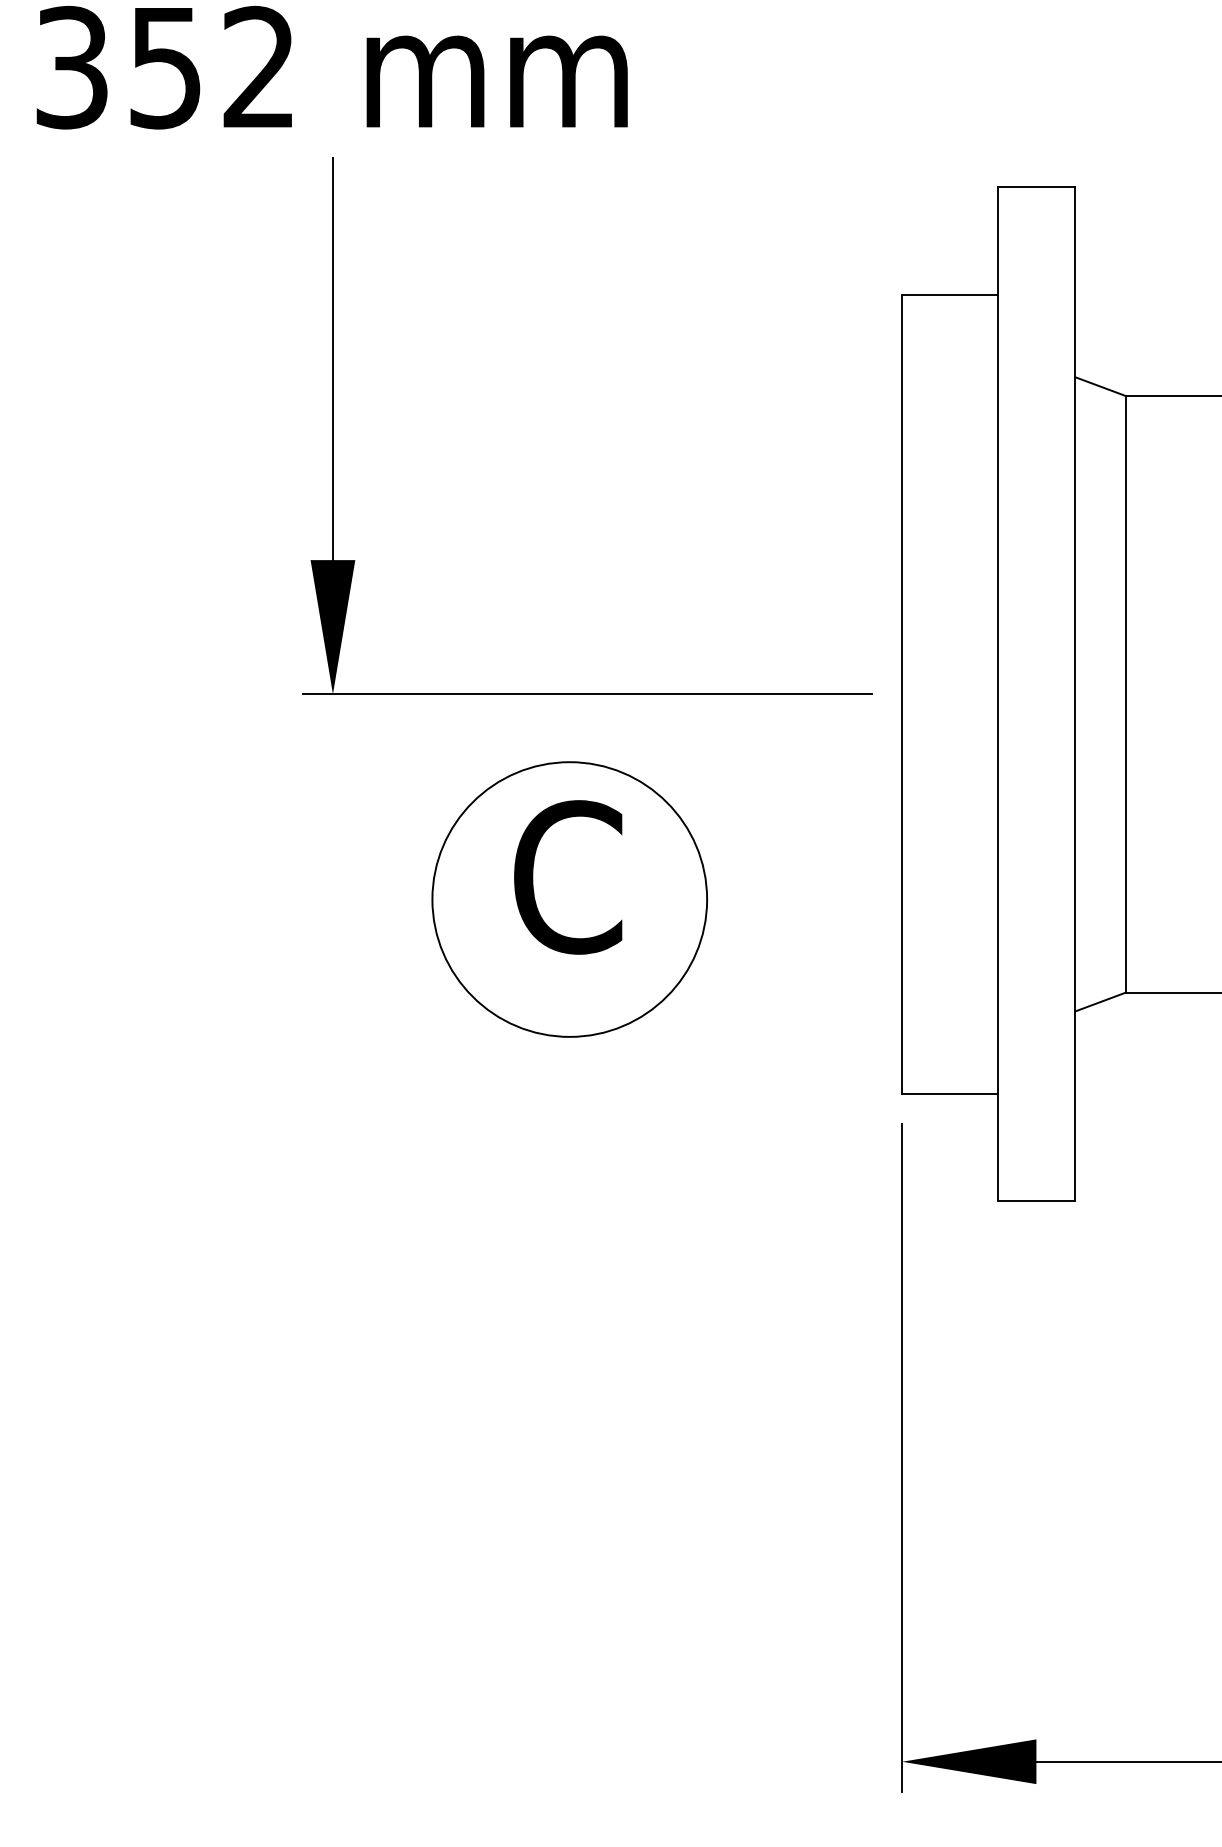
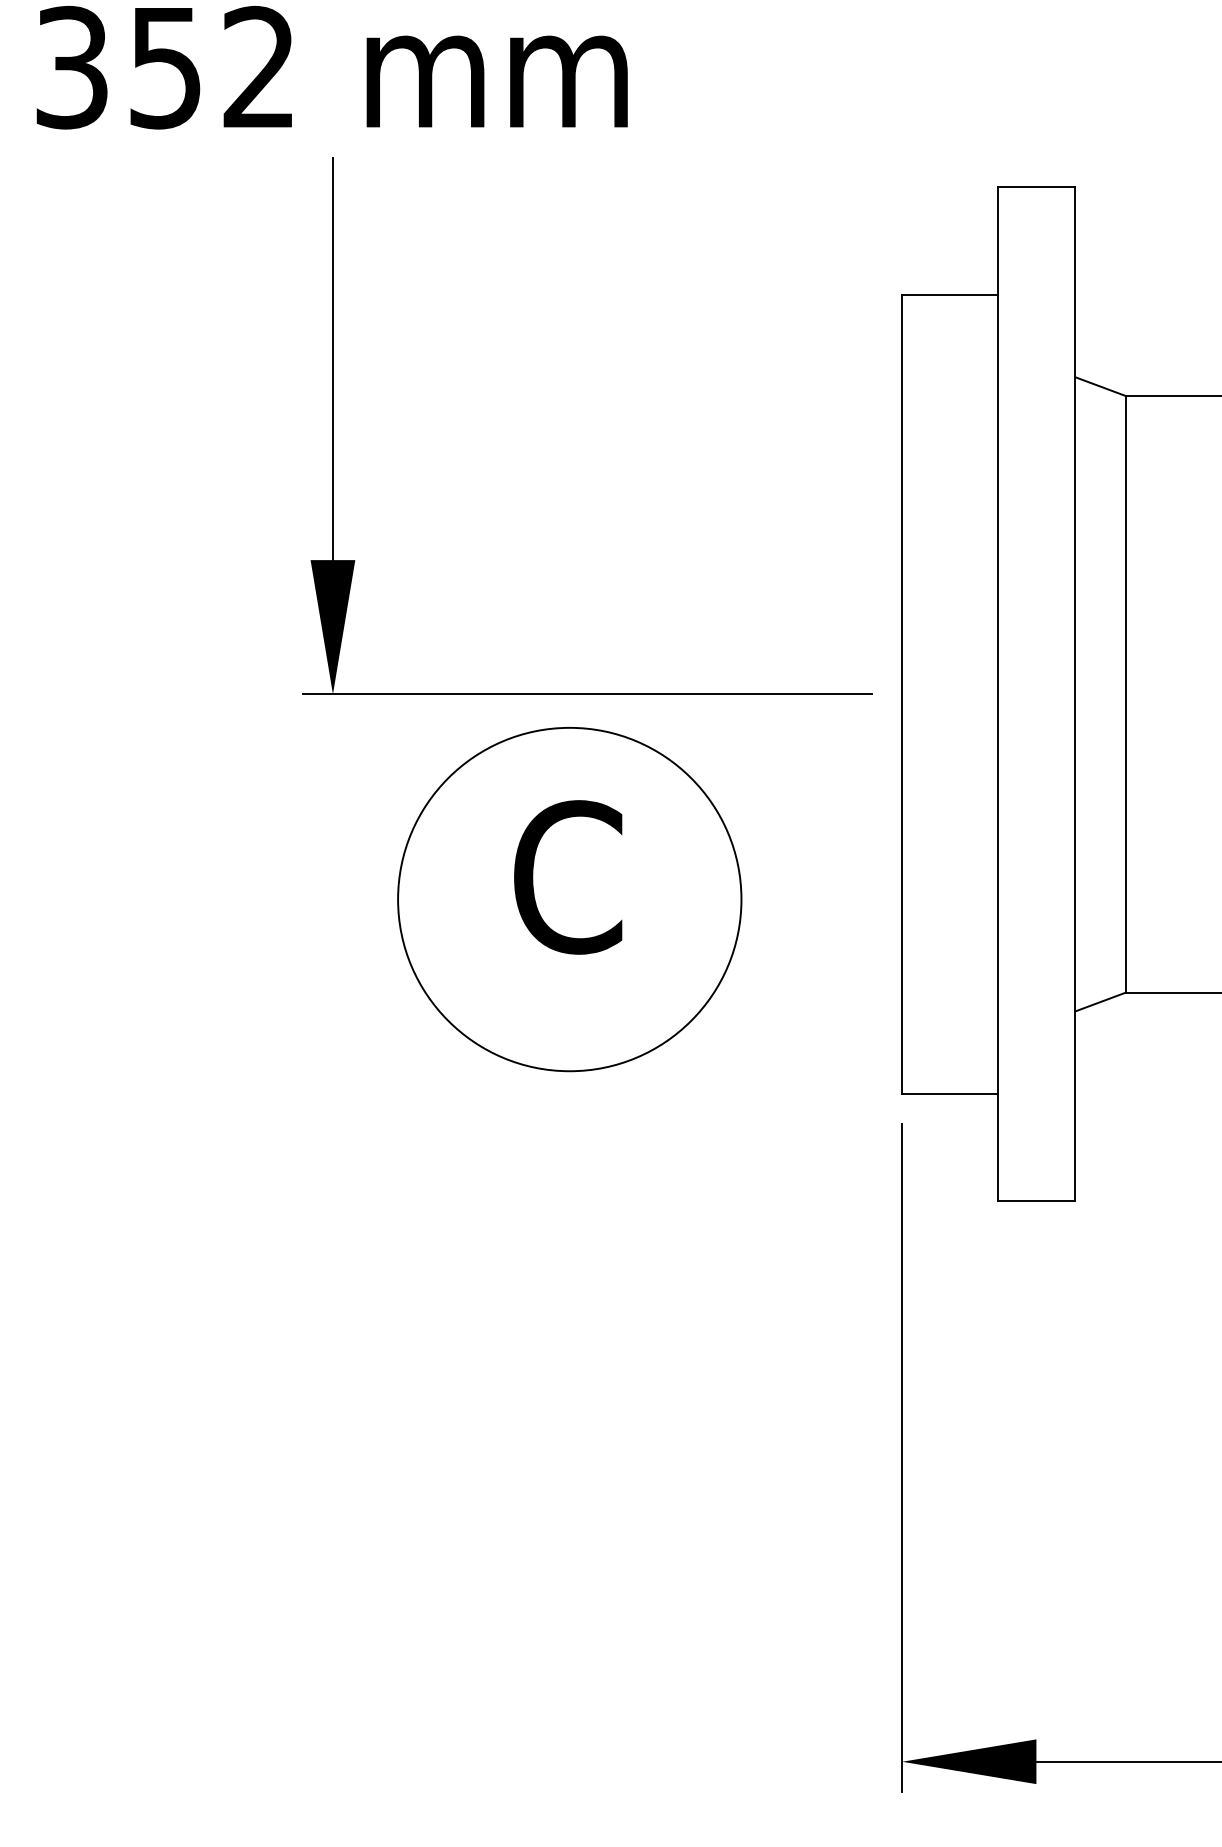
circle at (569, 899) diameter: 275 px -> 343 px
